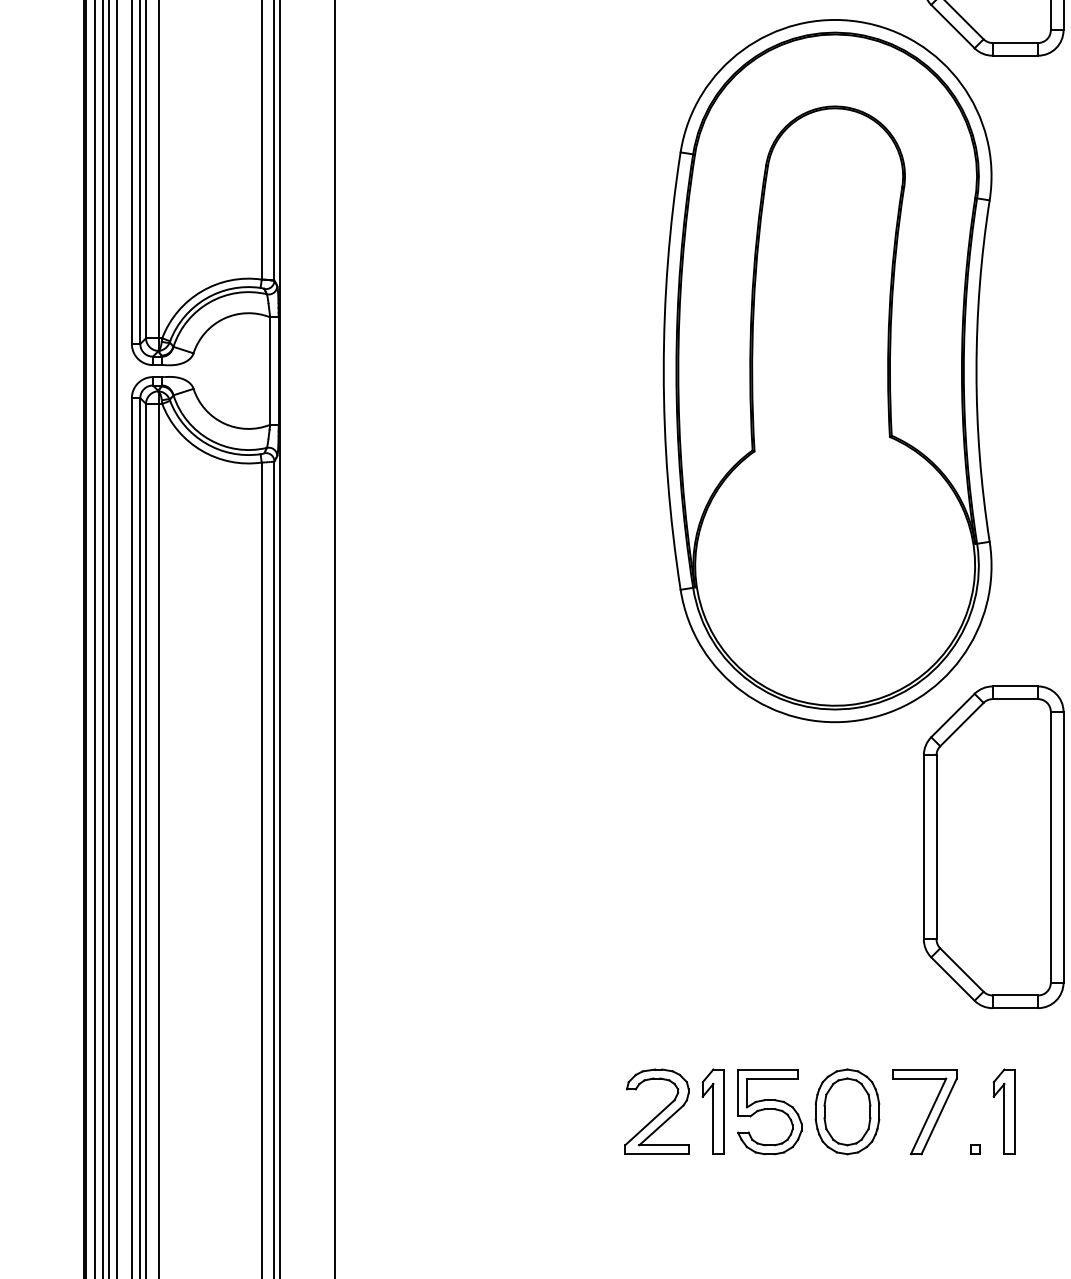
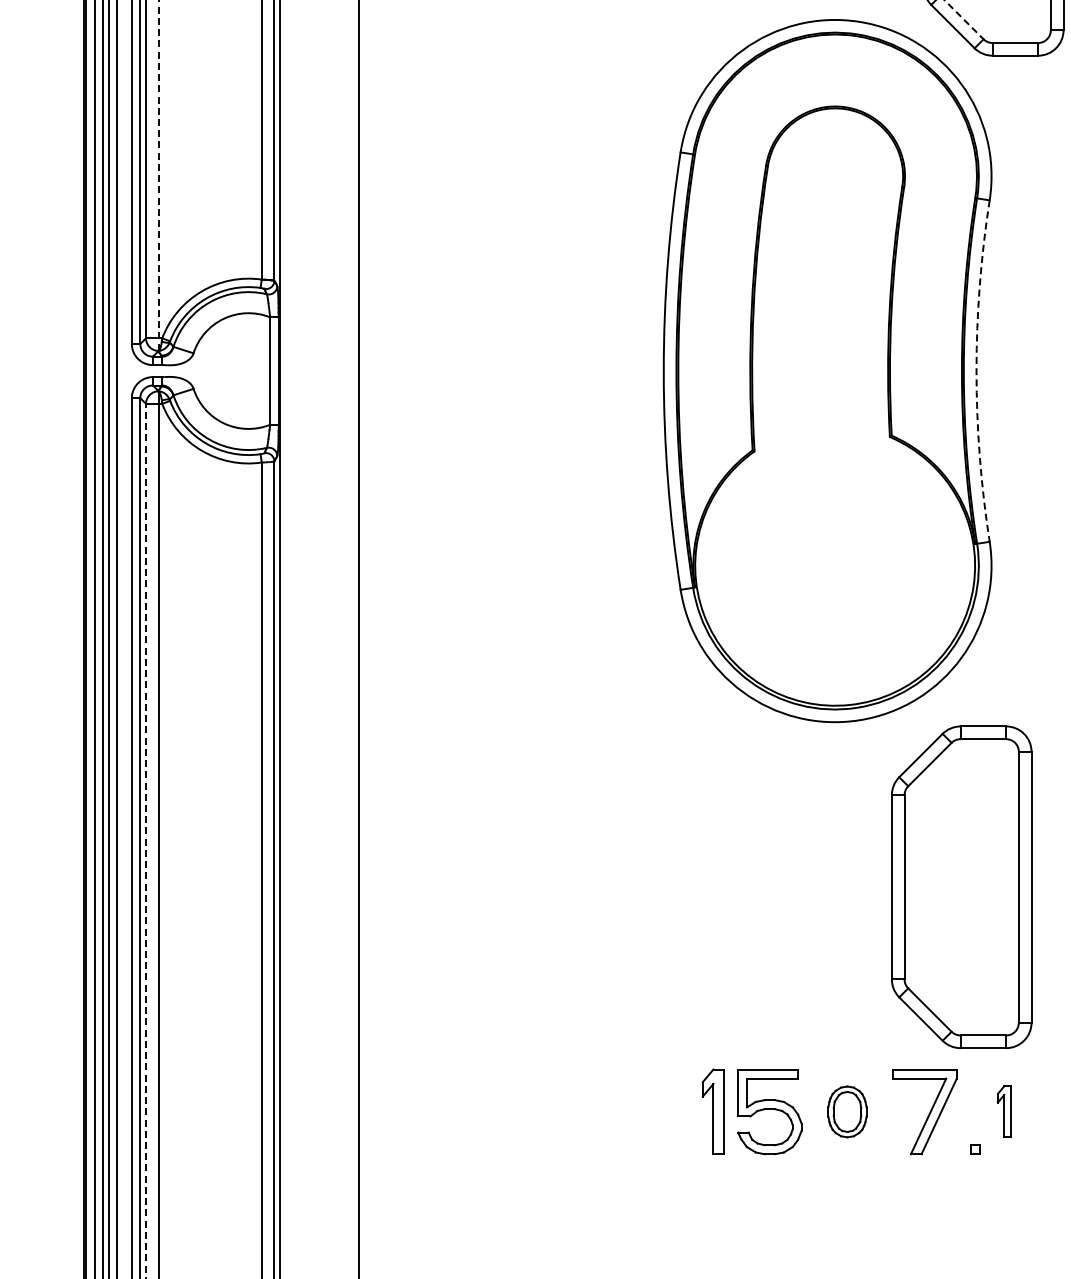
line at (964, 19): solid -> dashed
line at (158, 175): solid -> dashed
arc at (976, 371): solid -> dashed
line at (334, 638) position: (334, 638) -> (358, 638)
line at (146, 840): solid -> dashed
part at (993, 846) position: (993, 846) -> (961, 886)
part at (656, 1111): present -> none
part at (847, 1111) size: 67x88 px -> 41x54 px
part at (1003, 1111) size: 24x87 px -> 16x53 px
